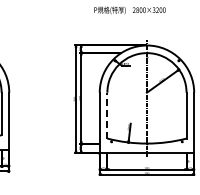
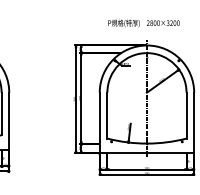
text at (129, 10) position: (129, 10) -> (143, 23)
line at (107, 115): dashed -> solid
